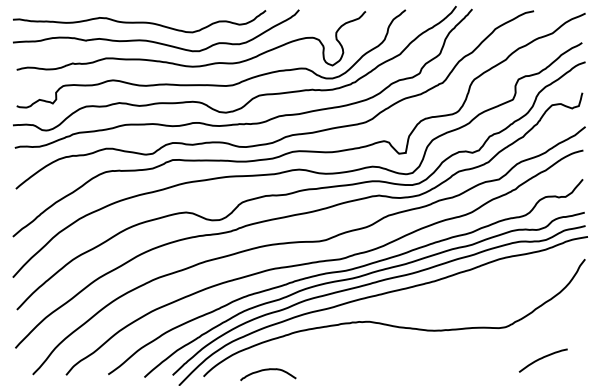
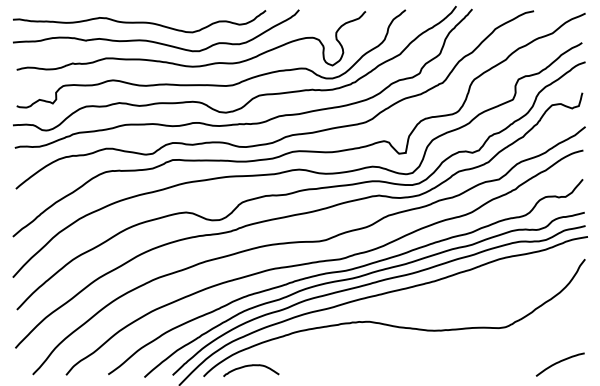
curve at (541, 359) position: (541, 359) -> (558, 363)
curve at (268, 370) position: (268, 370) -> (251, 366)
